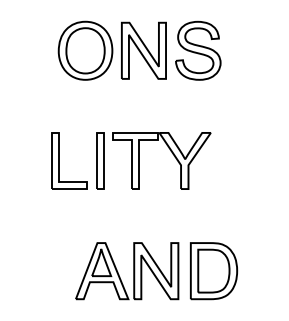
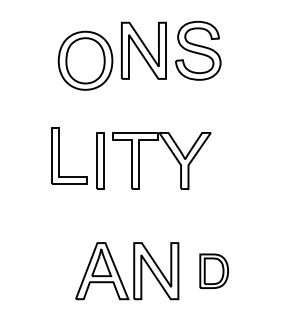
part at (85, 50) position: (85, 50) -> (85, 60)
part at (59, 160) position: (59, 160) -> (59, 155)
part at (214, 271) size: 49x59 px -> 30x36 px
